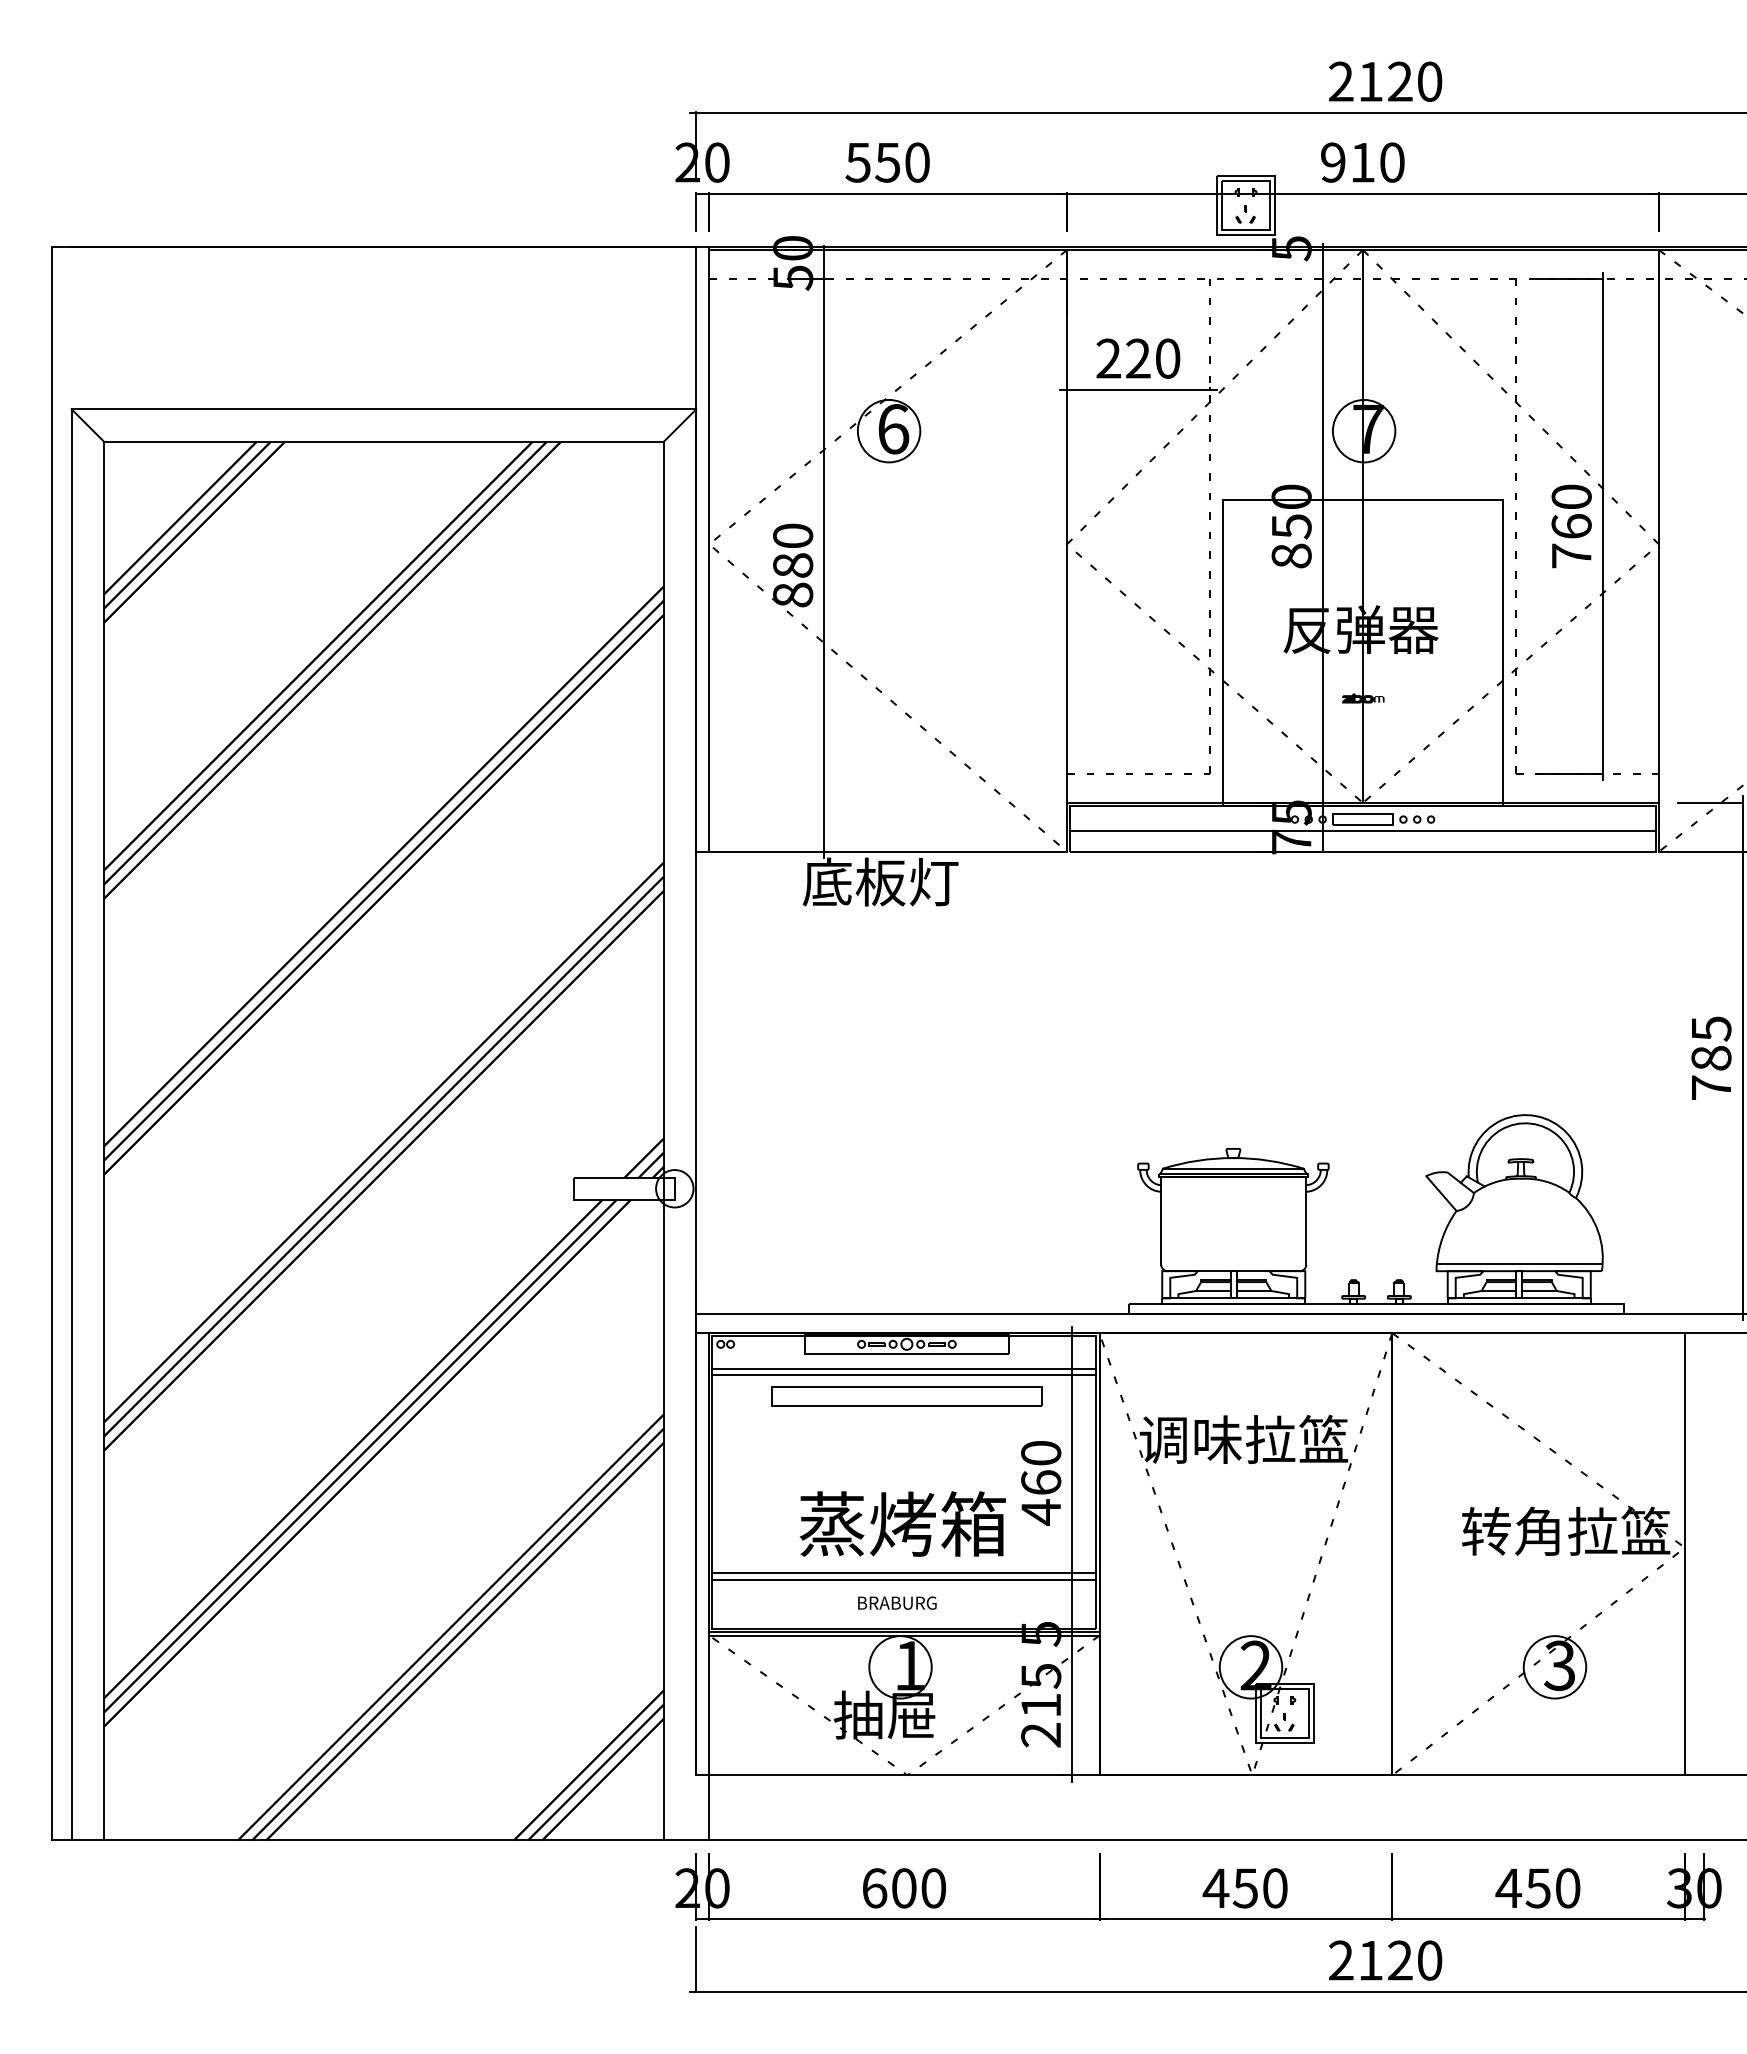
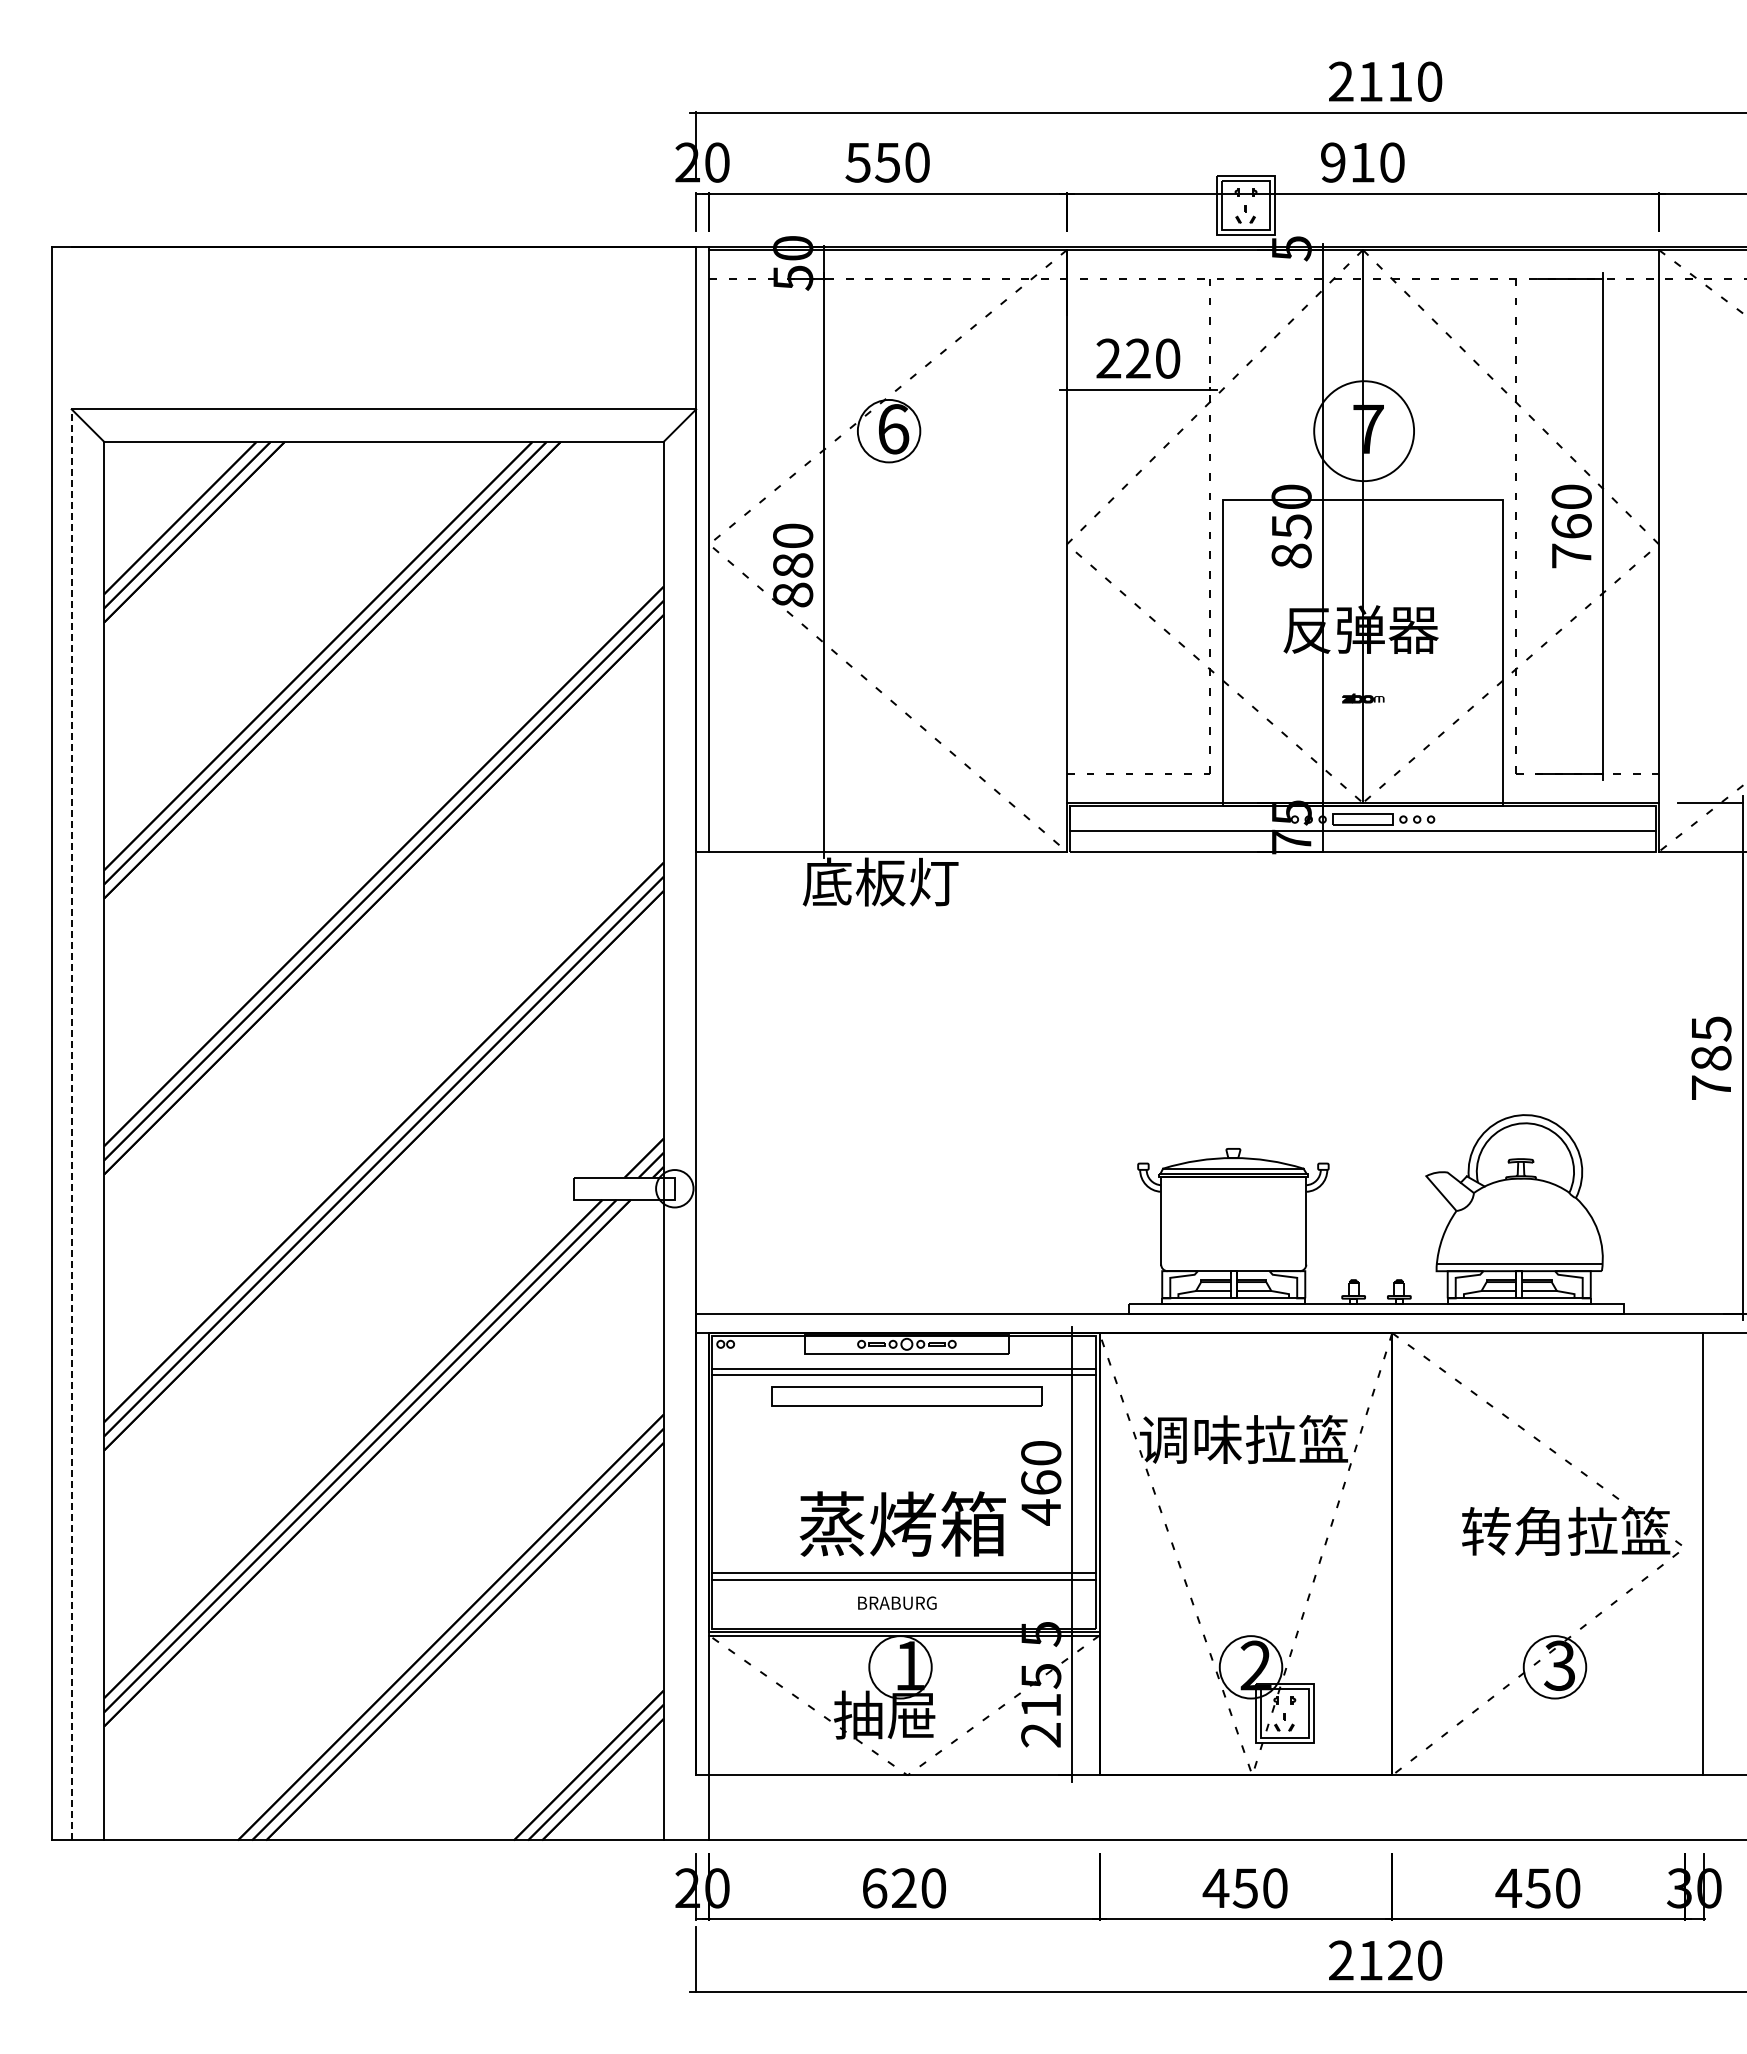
text at (1400, 81): 2120 -> 2110
circle at (1363, 430) diameter: 62 px -> 100 px
line at (71, 1124): solid -> dashed
line at (1684, 1554) position: (1684, 1554) -> (1702, 1554)
text at (904, 1888): 600 -> 620
